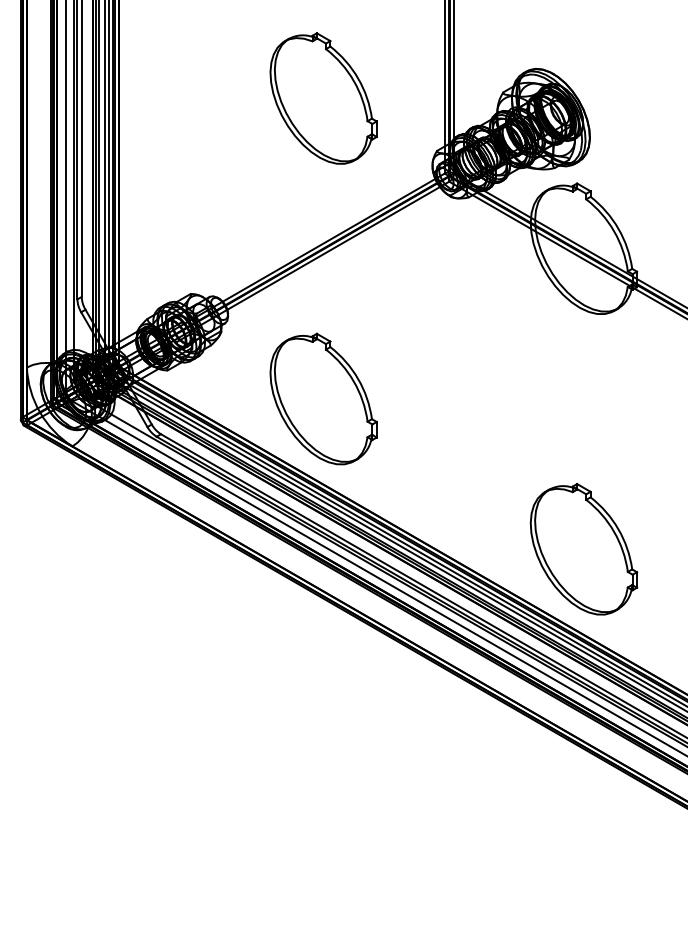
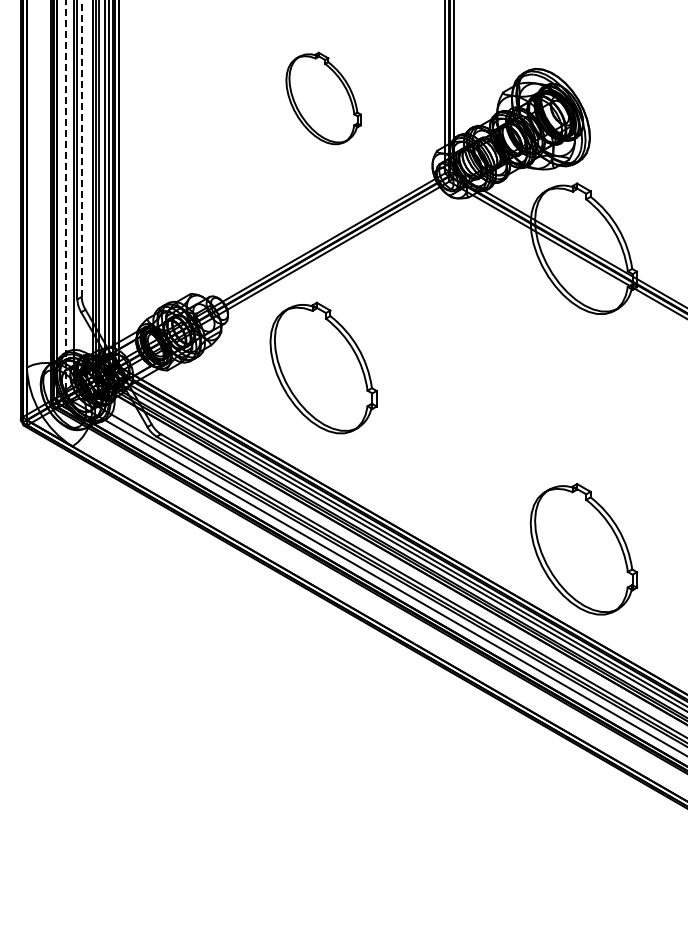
part at (323, 98) size: 109x133 px -> 77x95 px
line at (81, 148): solid -> dashed
line at (65, 195): solid -> dashed
part at (323, 398) position: (323, 398) -> (323, 367)
